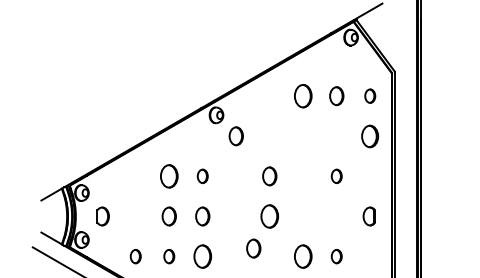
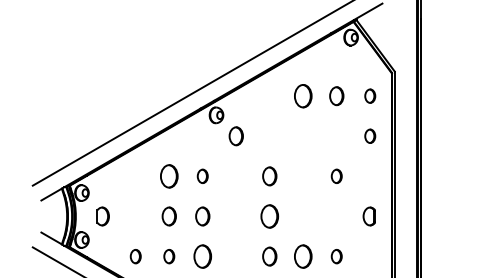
line at (191, 93): none -> present
part at (370, 136) size: 19x25 px -> 13x16 px
part at (253, 248) position: (253, 248) -> (269, 256)
